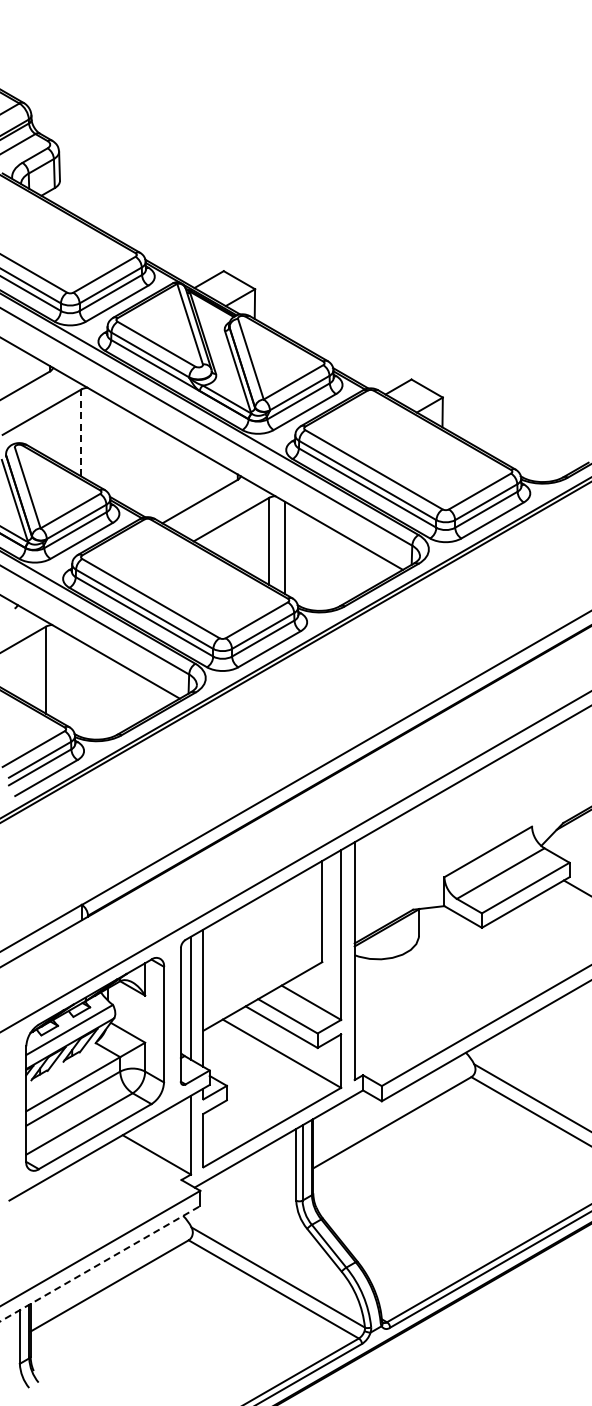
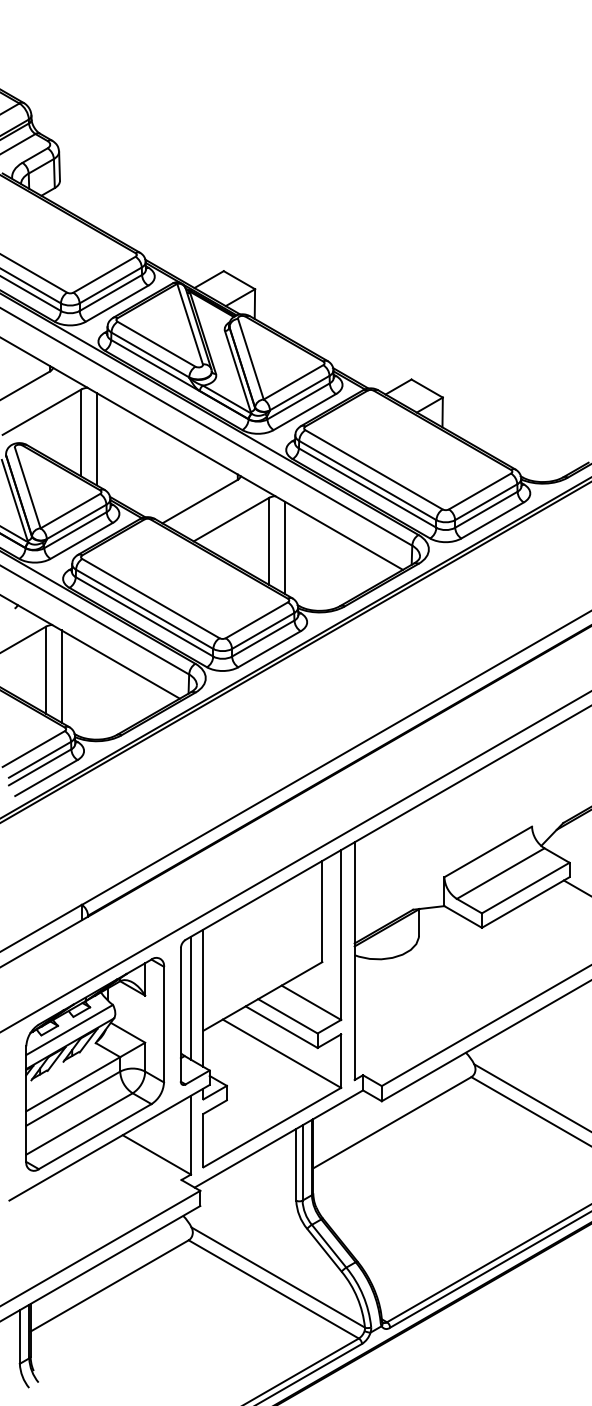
line at (81, 432): dashed -> solid
line at (96, 439): none -> present
line at (61, 676): none -> present
line at (100, 1263): dashed -> solid
